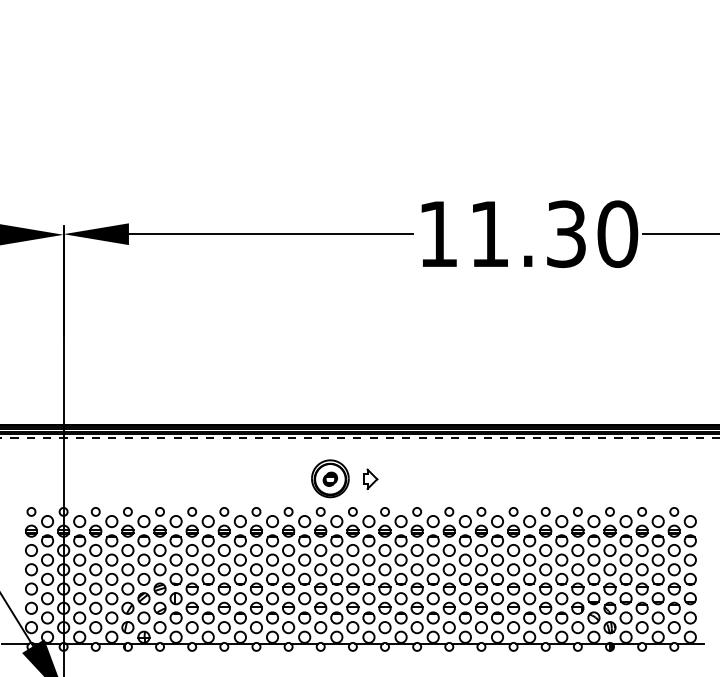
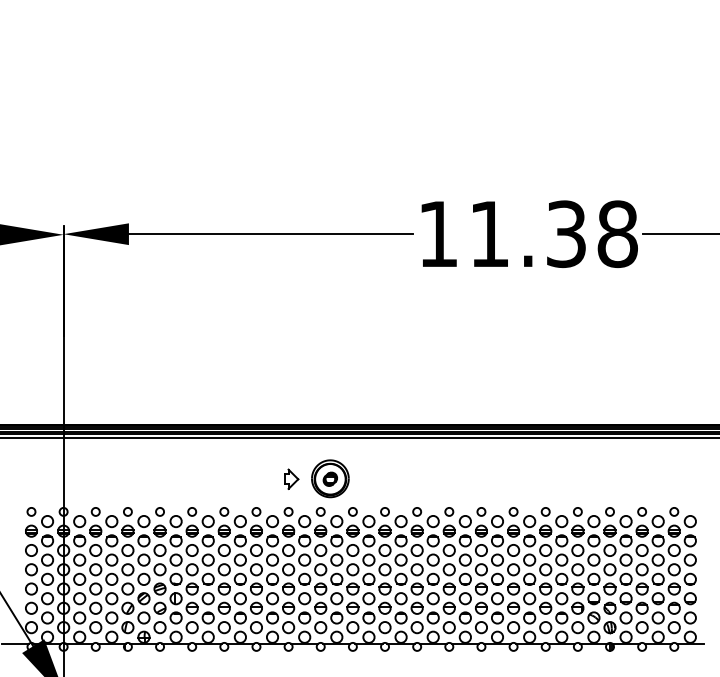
text at (617, 233): 11.30 -> 11.38
line at (360, 438): dashed -> solid
part at (370, 478) position: (370, 478) -> (291, 478)
